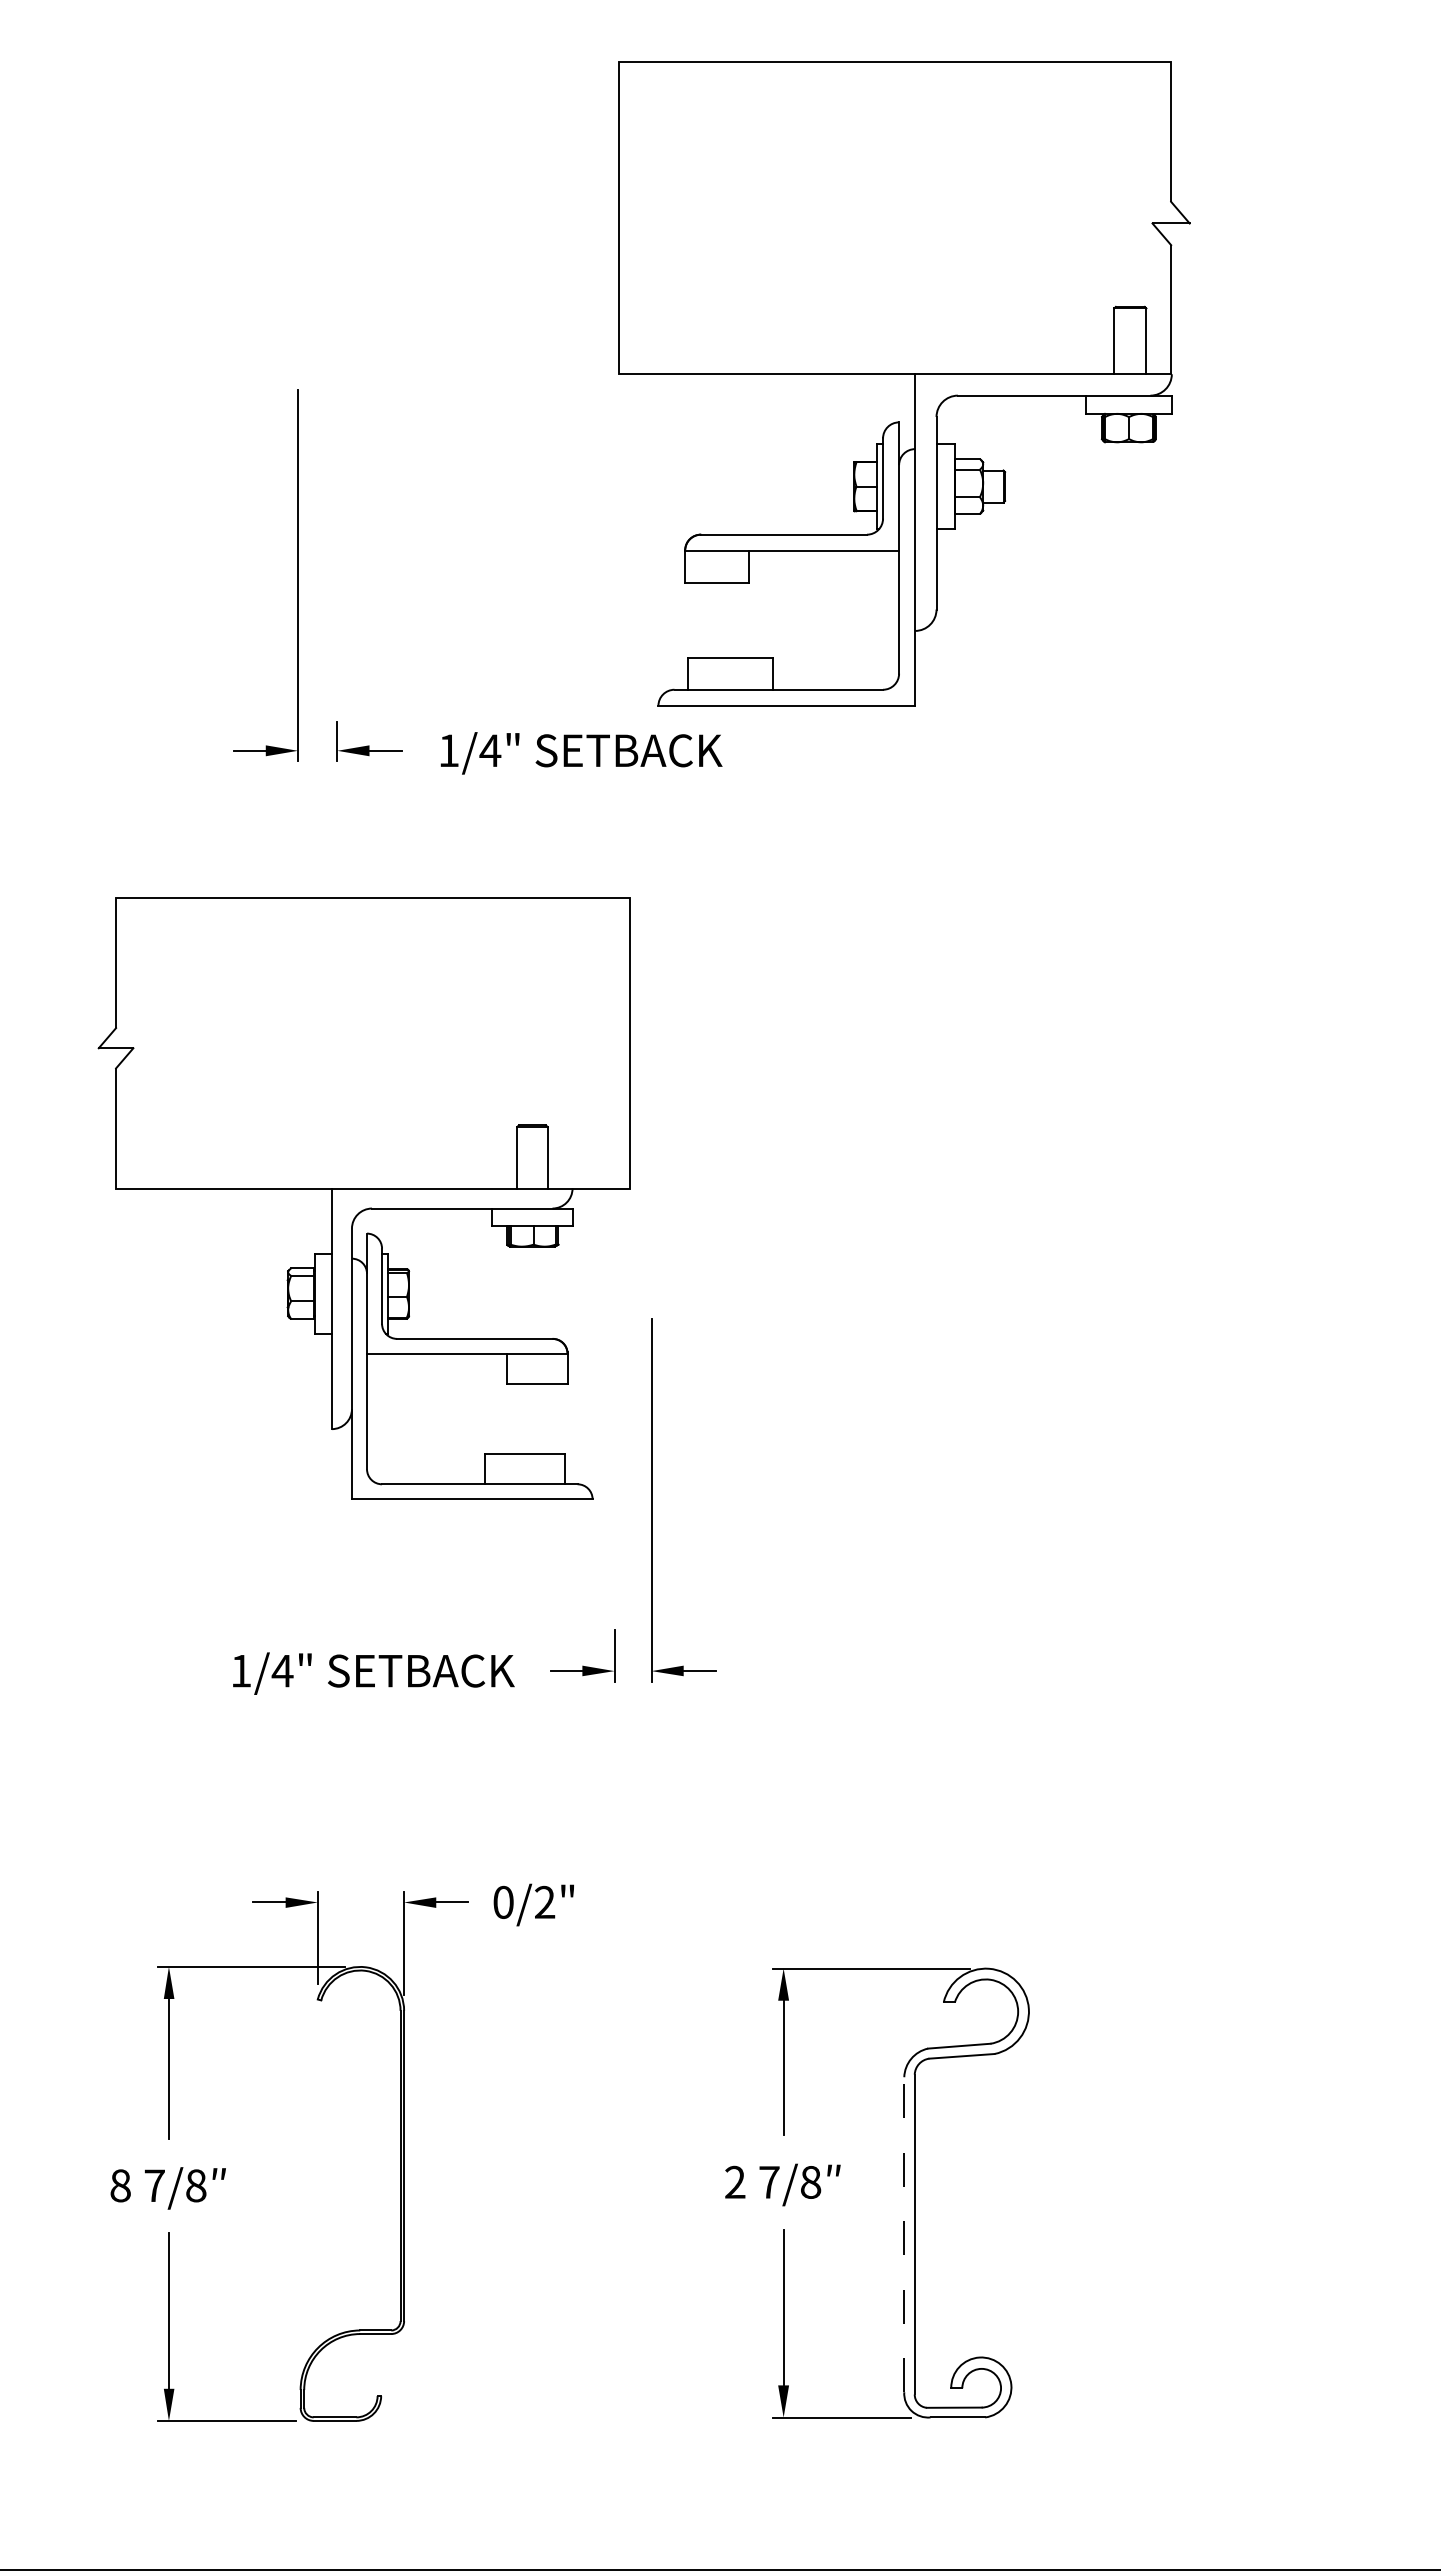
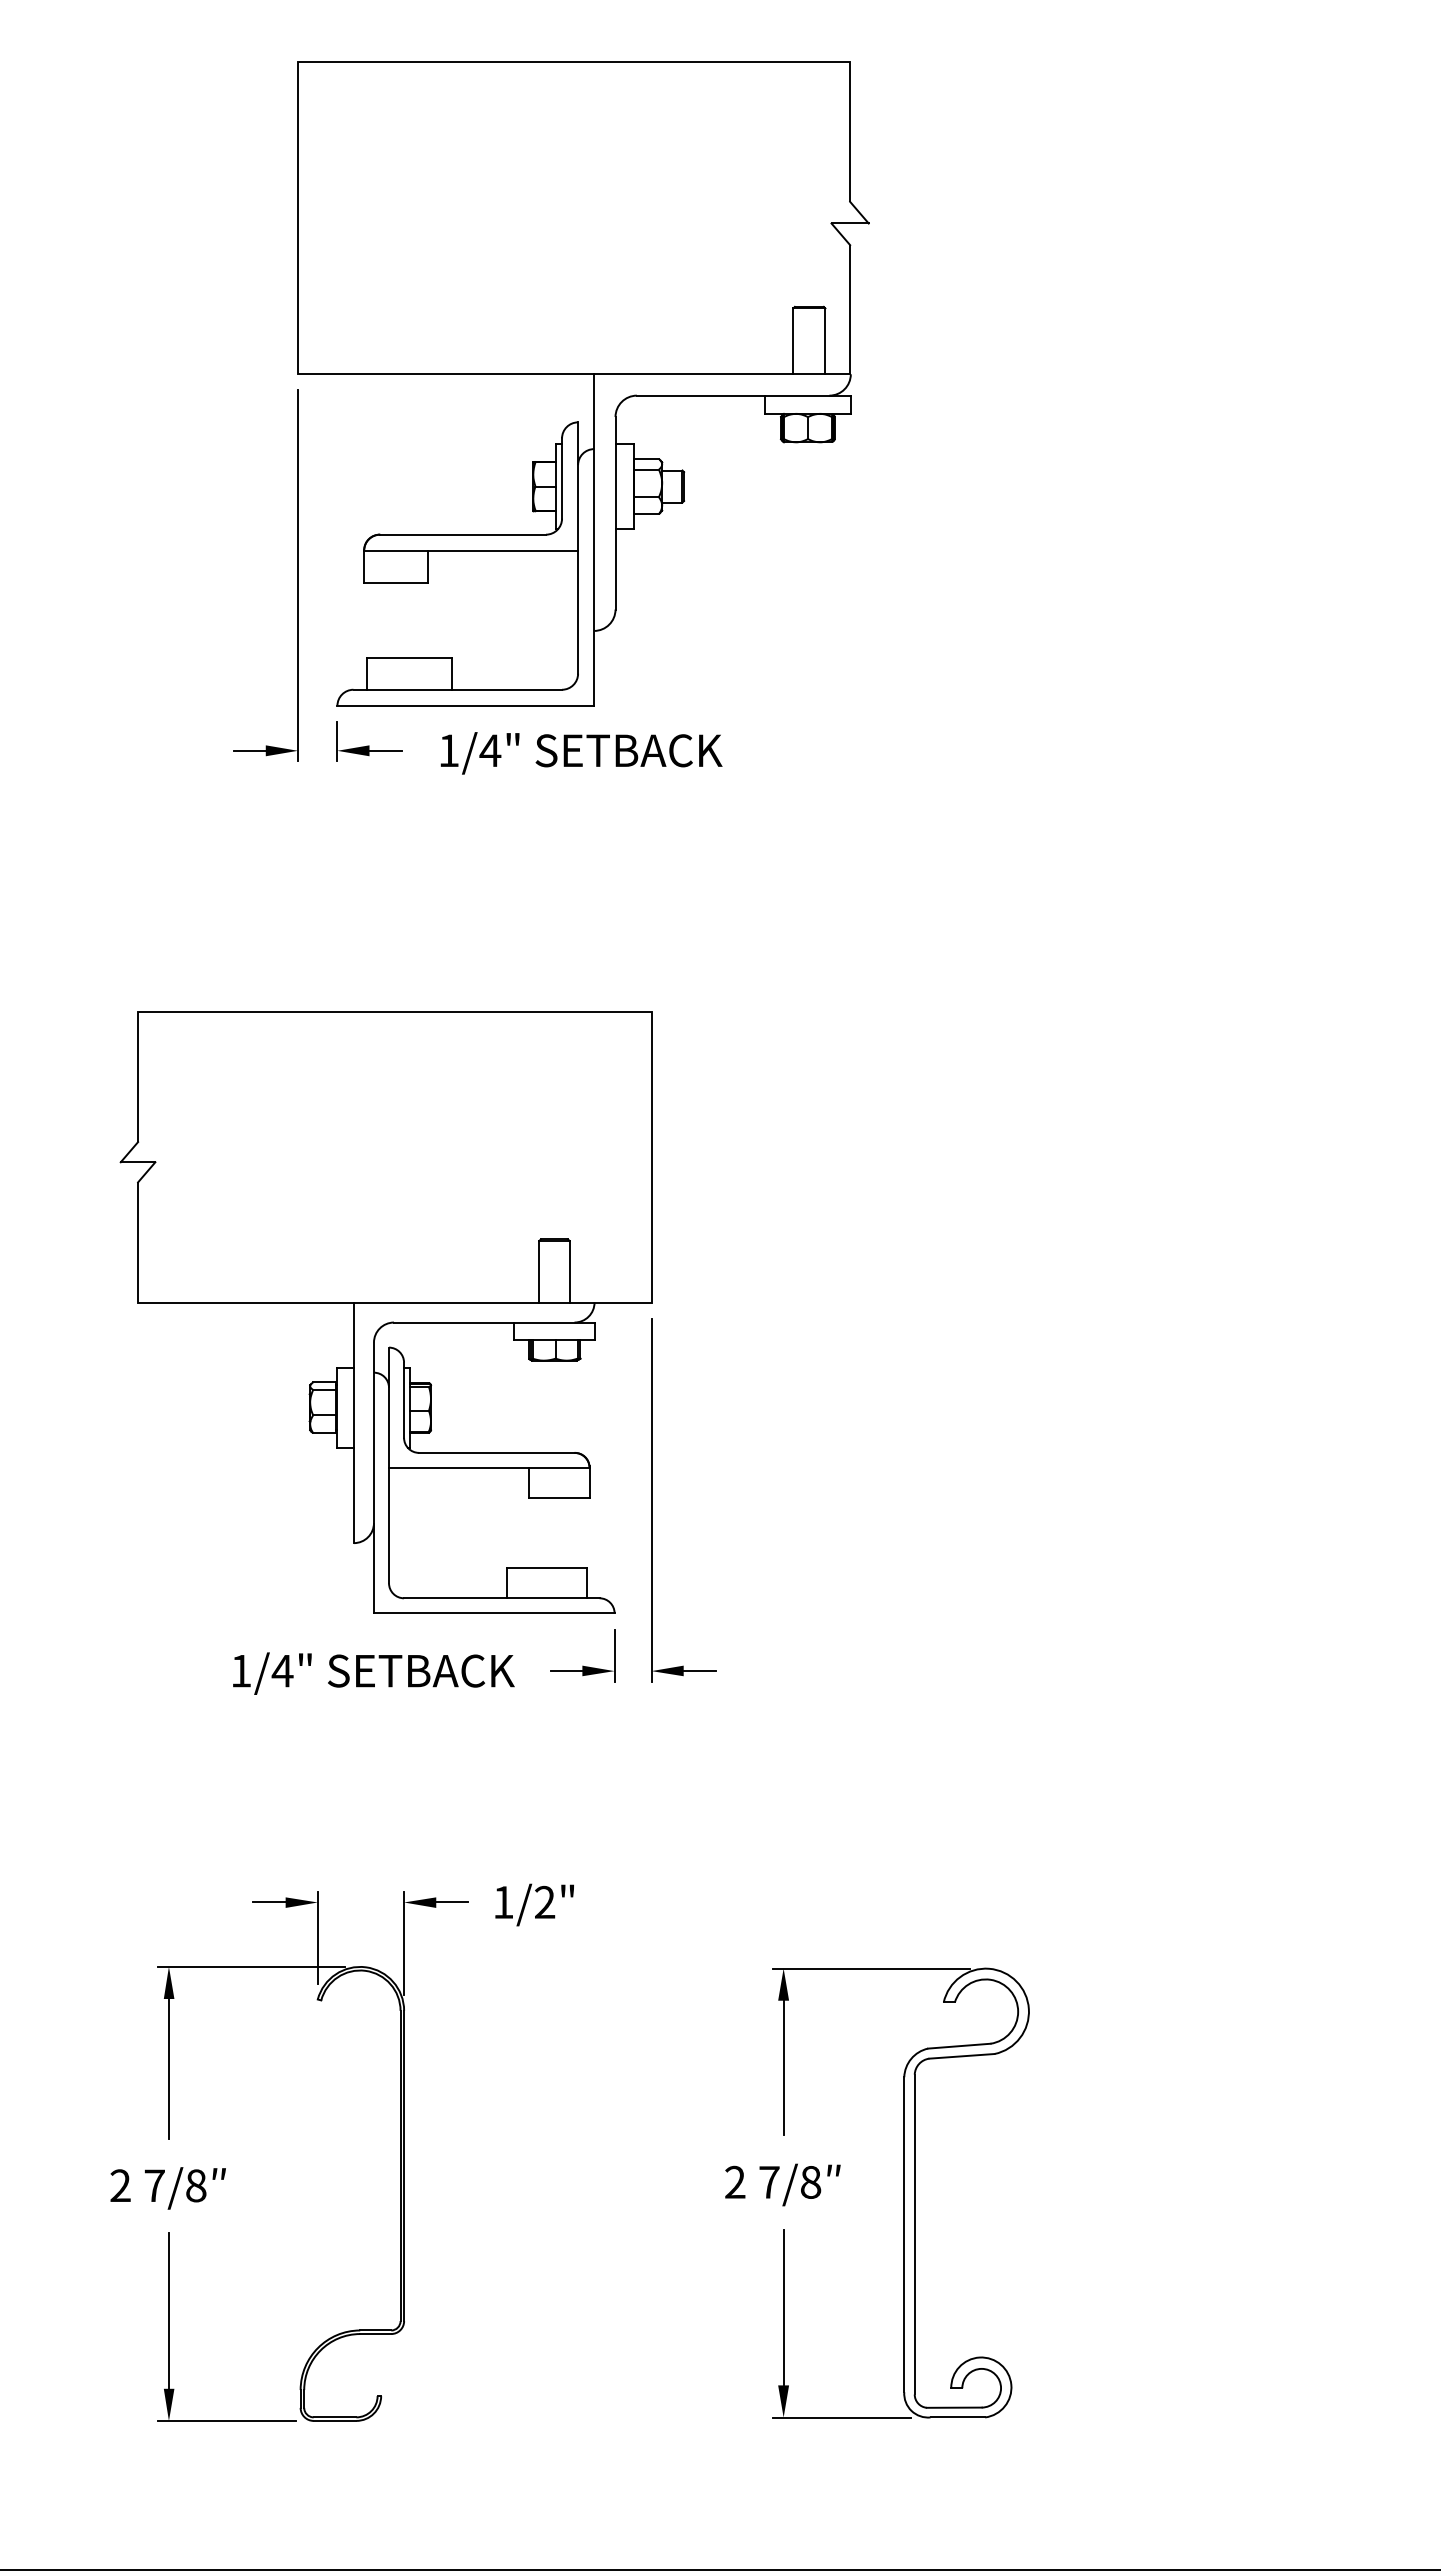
part at (904, 374) position: (904, 374) -> (583, 374)
part at (363, 1198) position: (363, 1198) -> (385, 1312)
text at (503, 1901): 0/2" -> 1/2"
text at (120, 2185): 8 -> 2
line at (904, 2234): dashed -> solid
